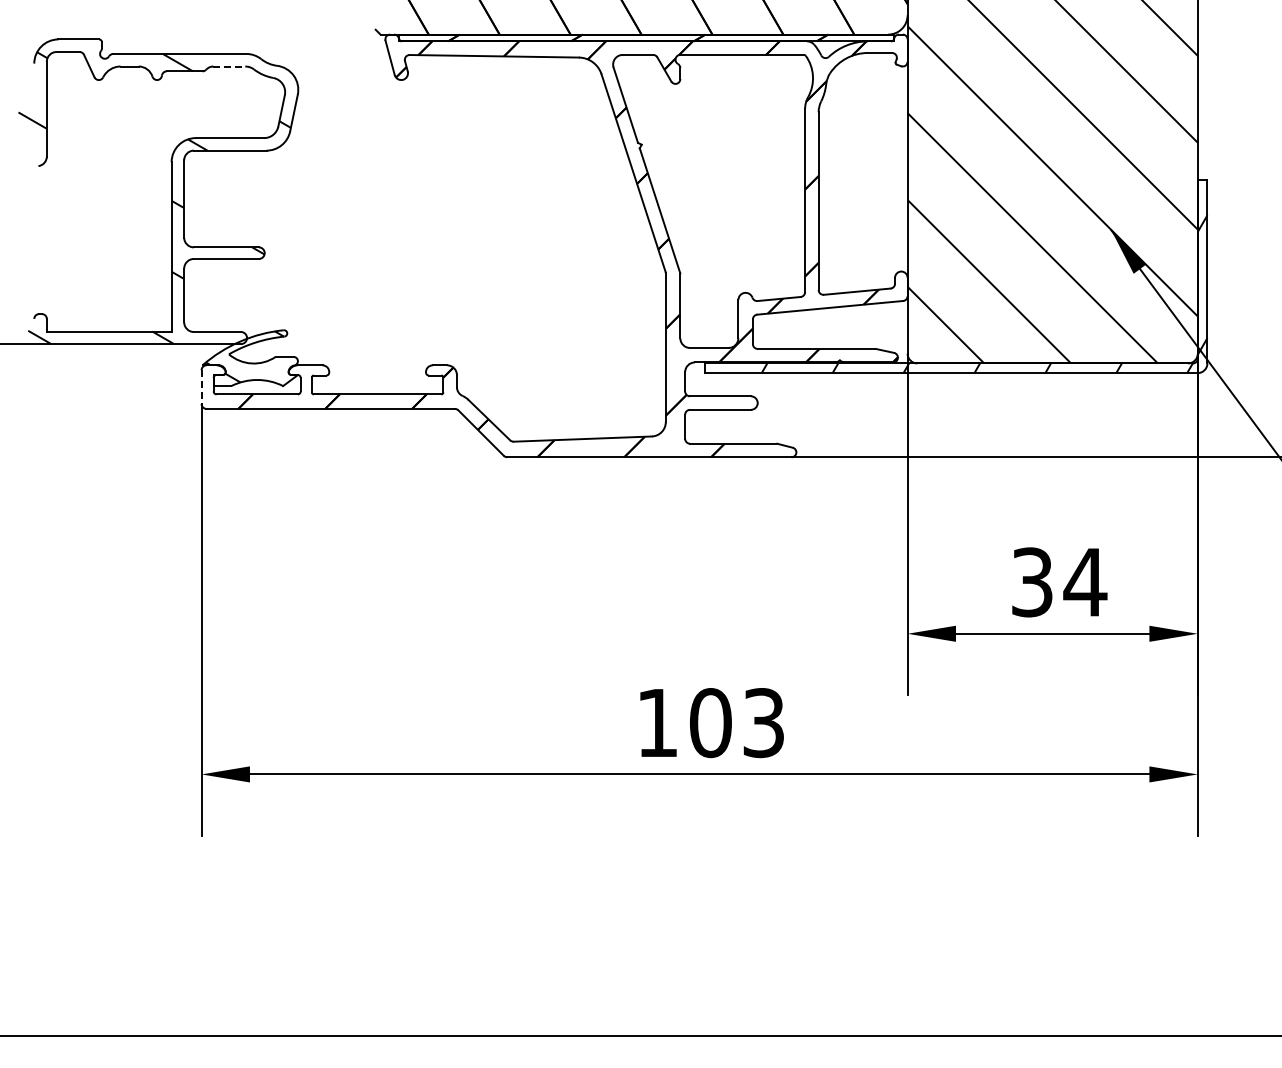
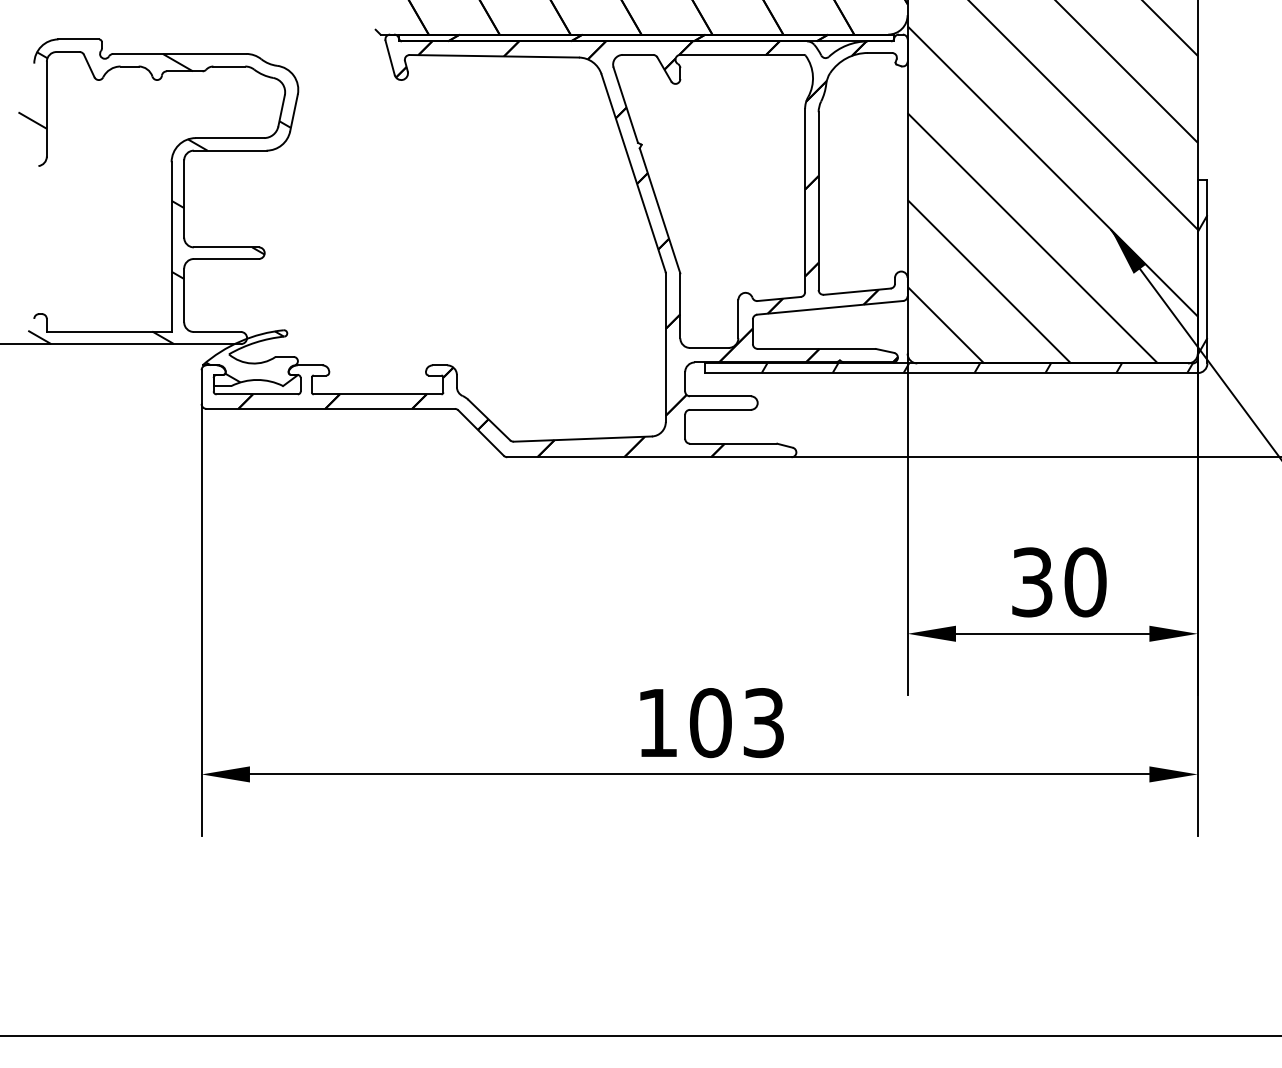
line at (229, 66): dashed -> solid
line at (201, 387): dashed -> solid
text at (1085, 582): 34 -> 30
